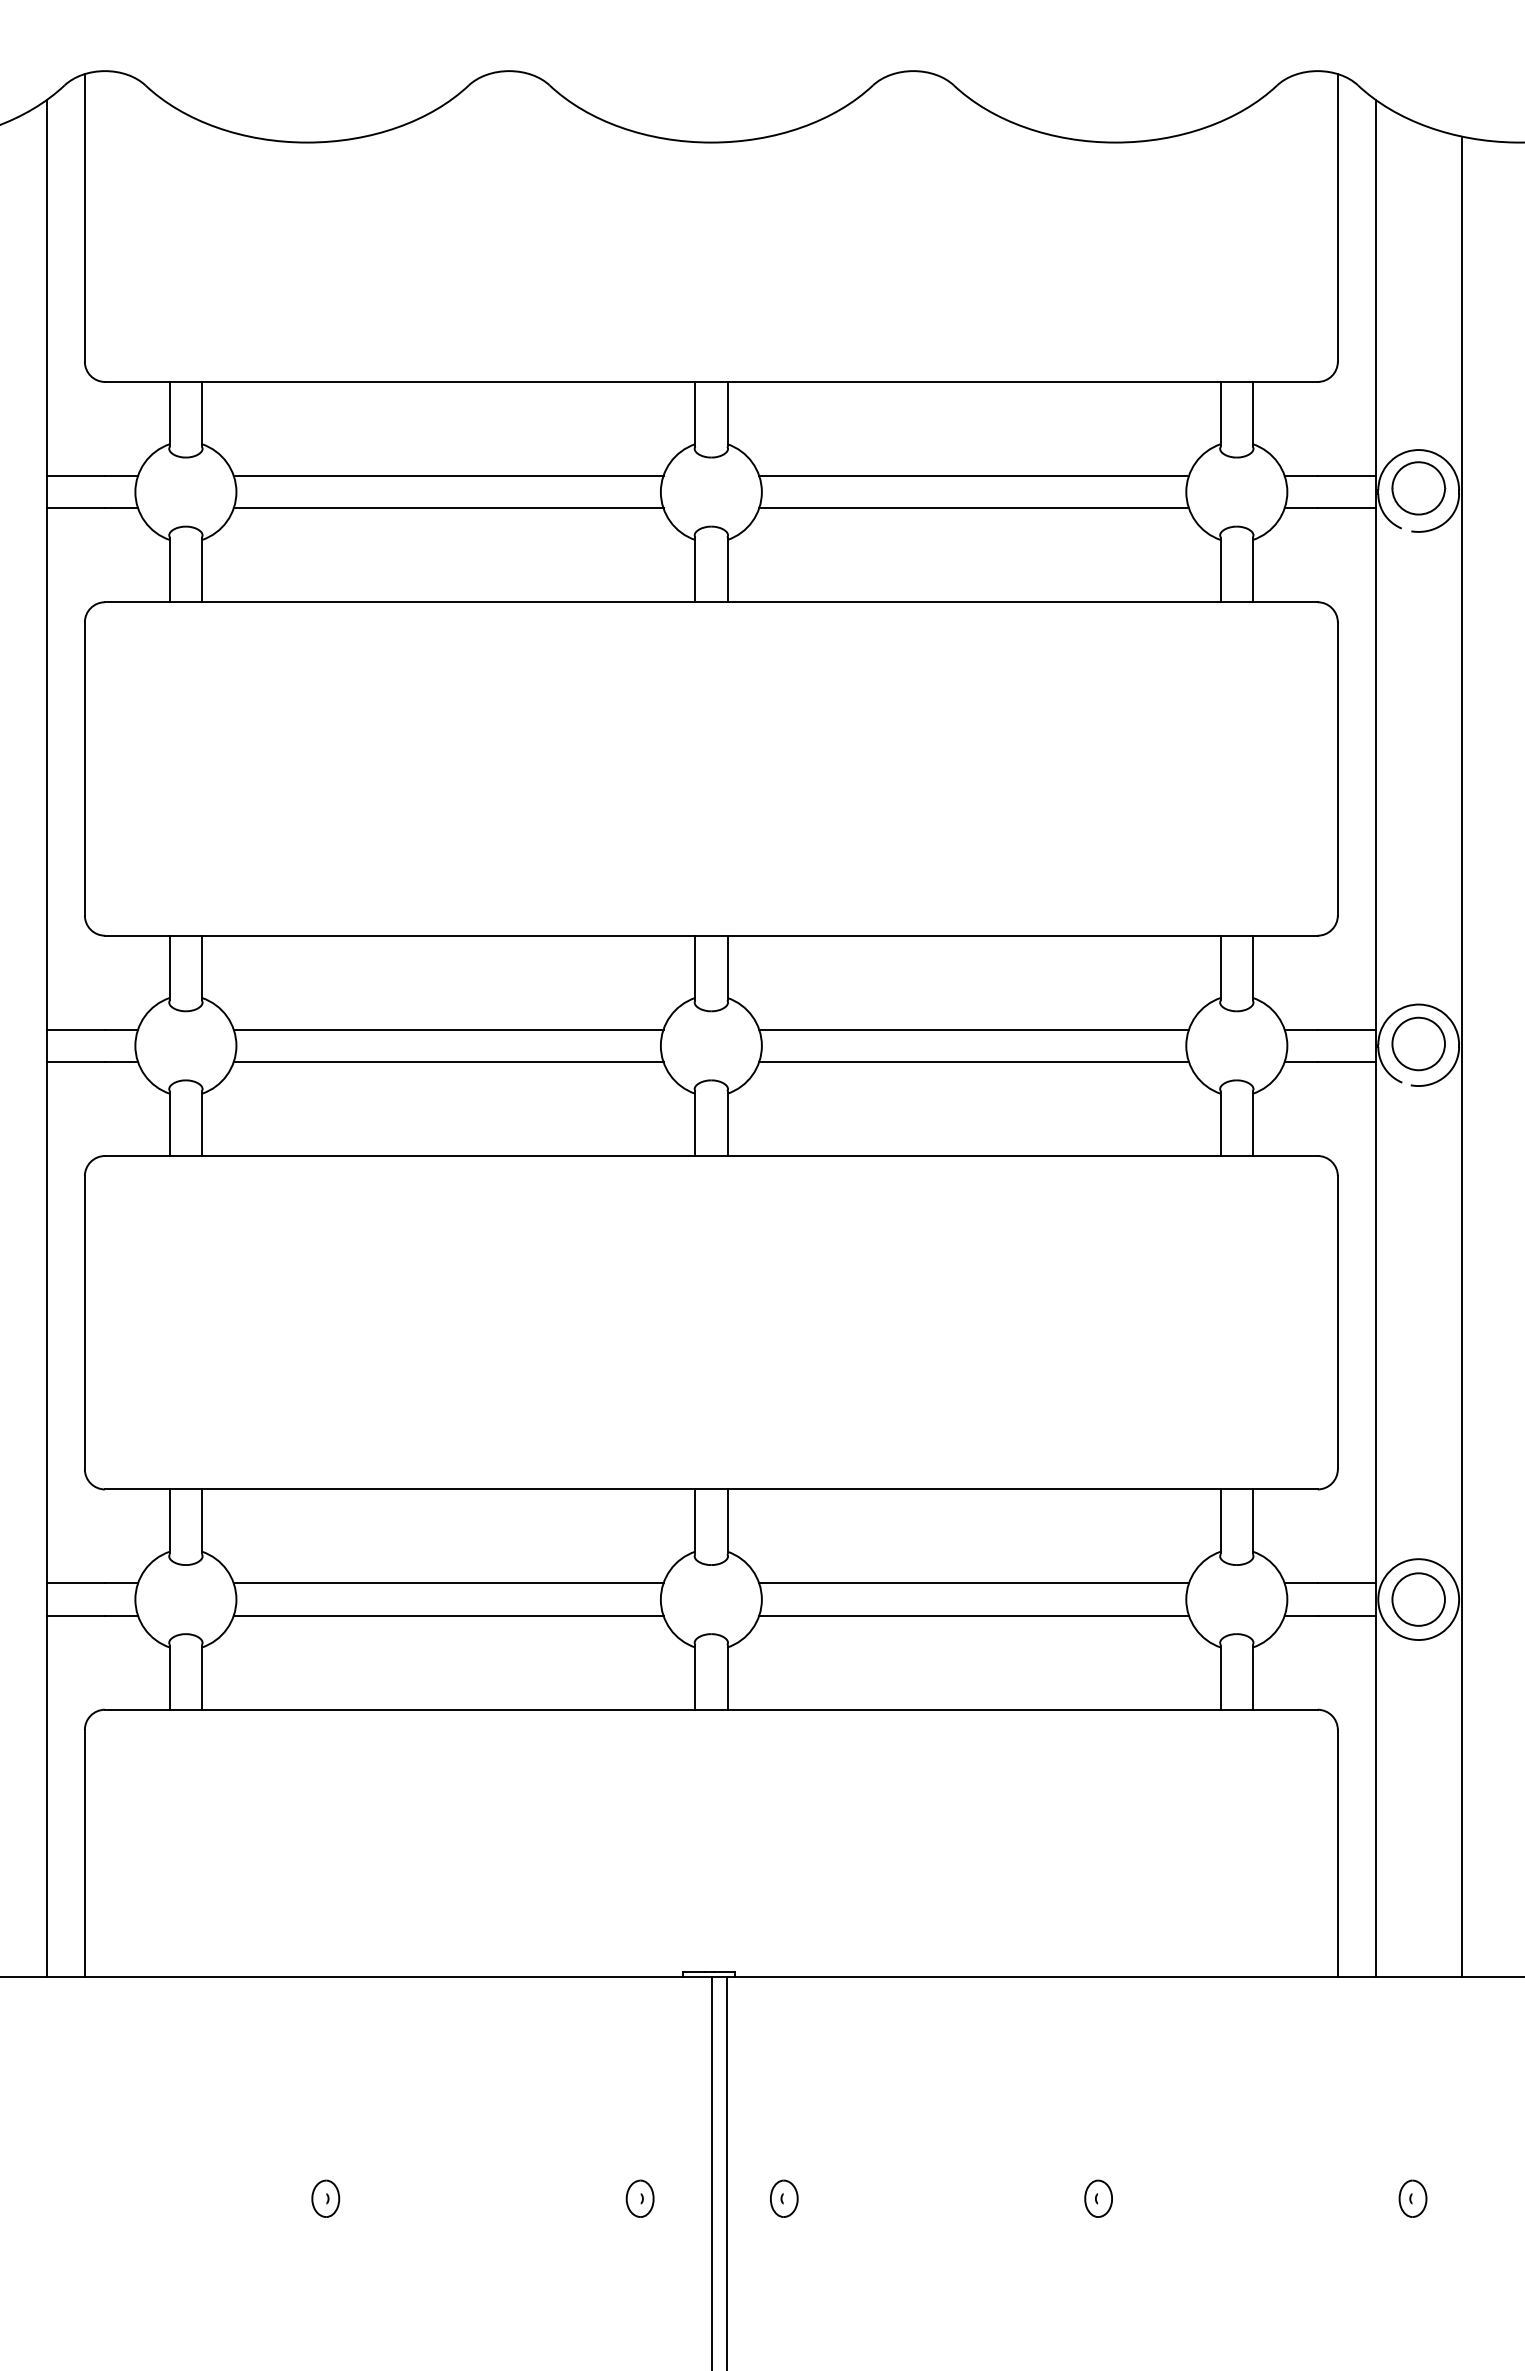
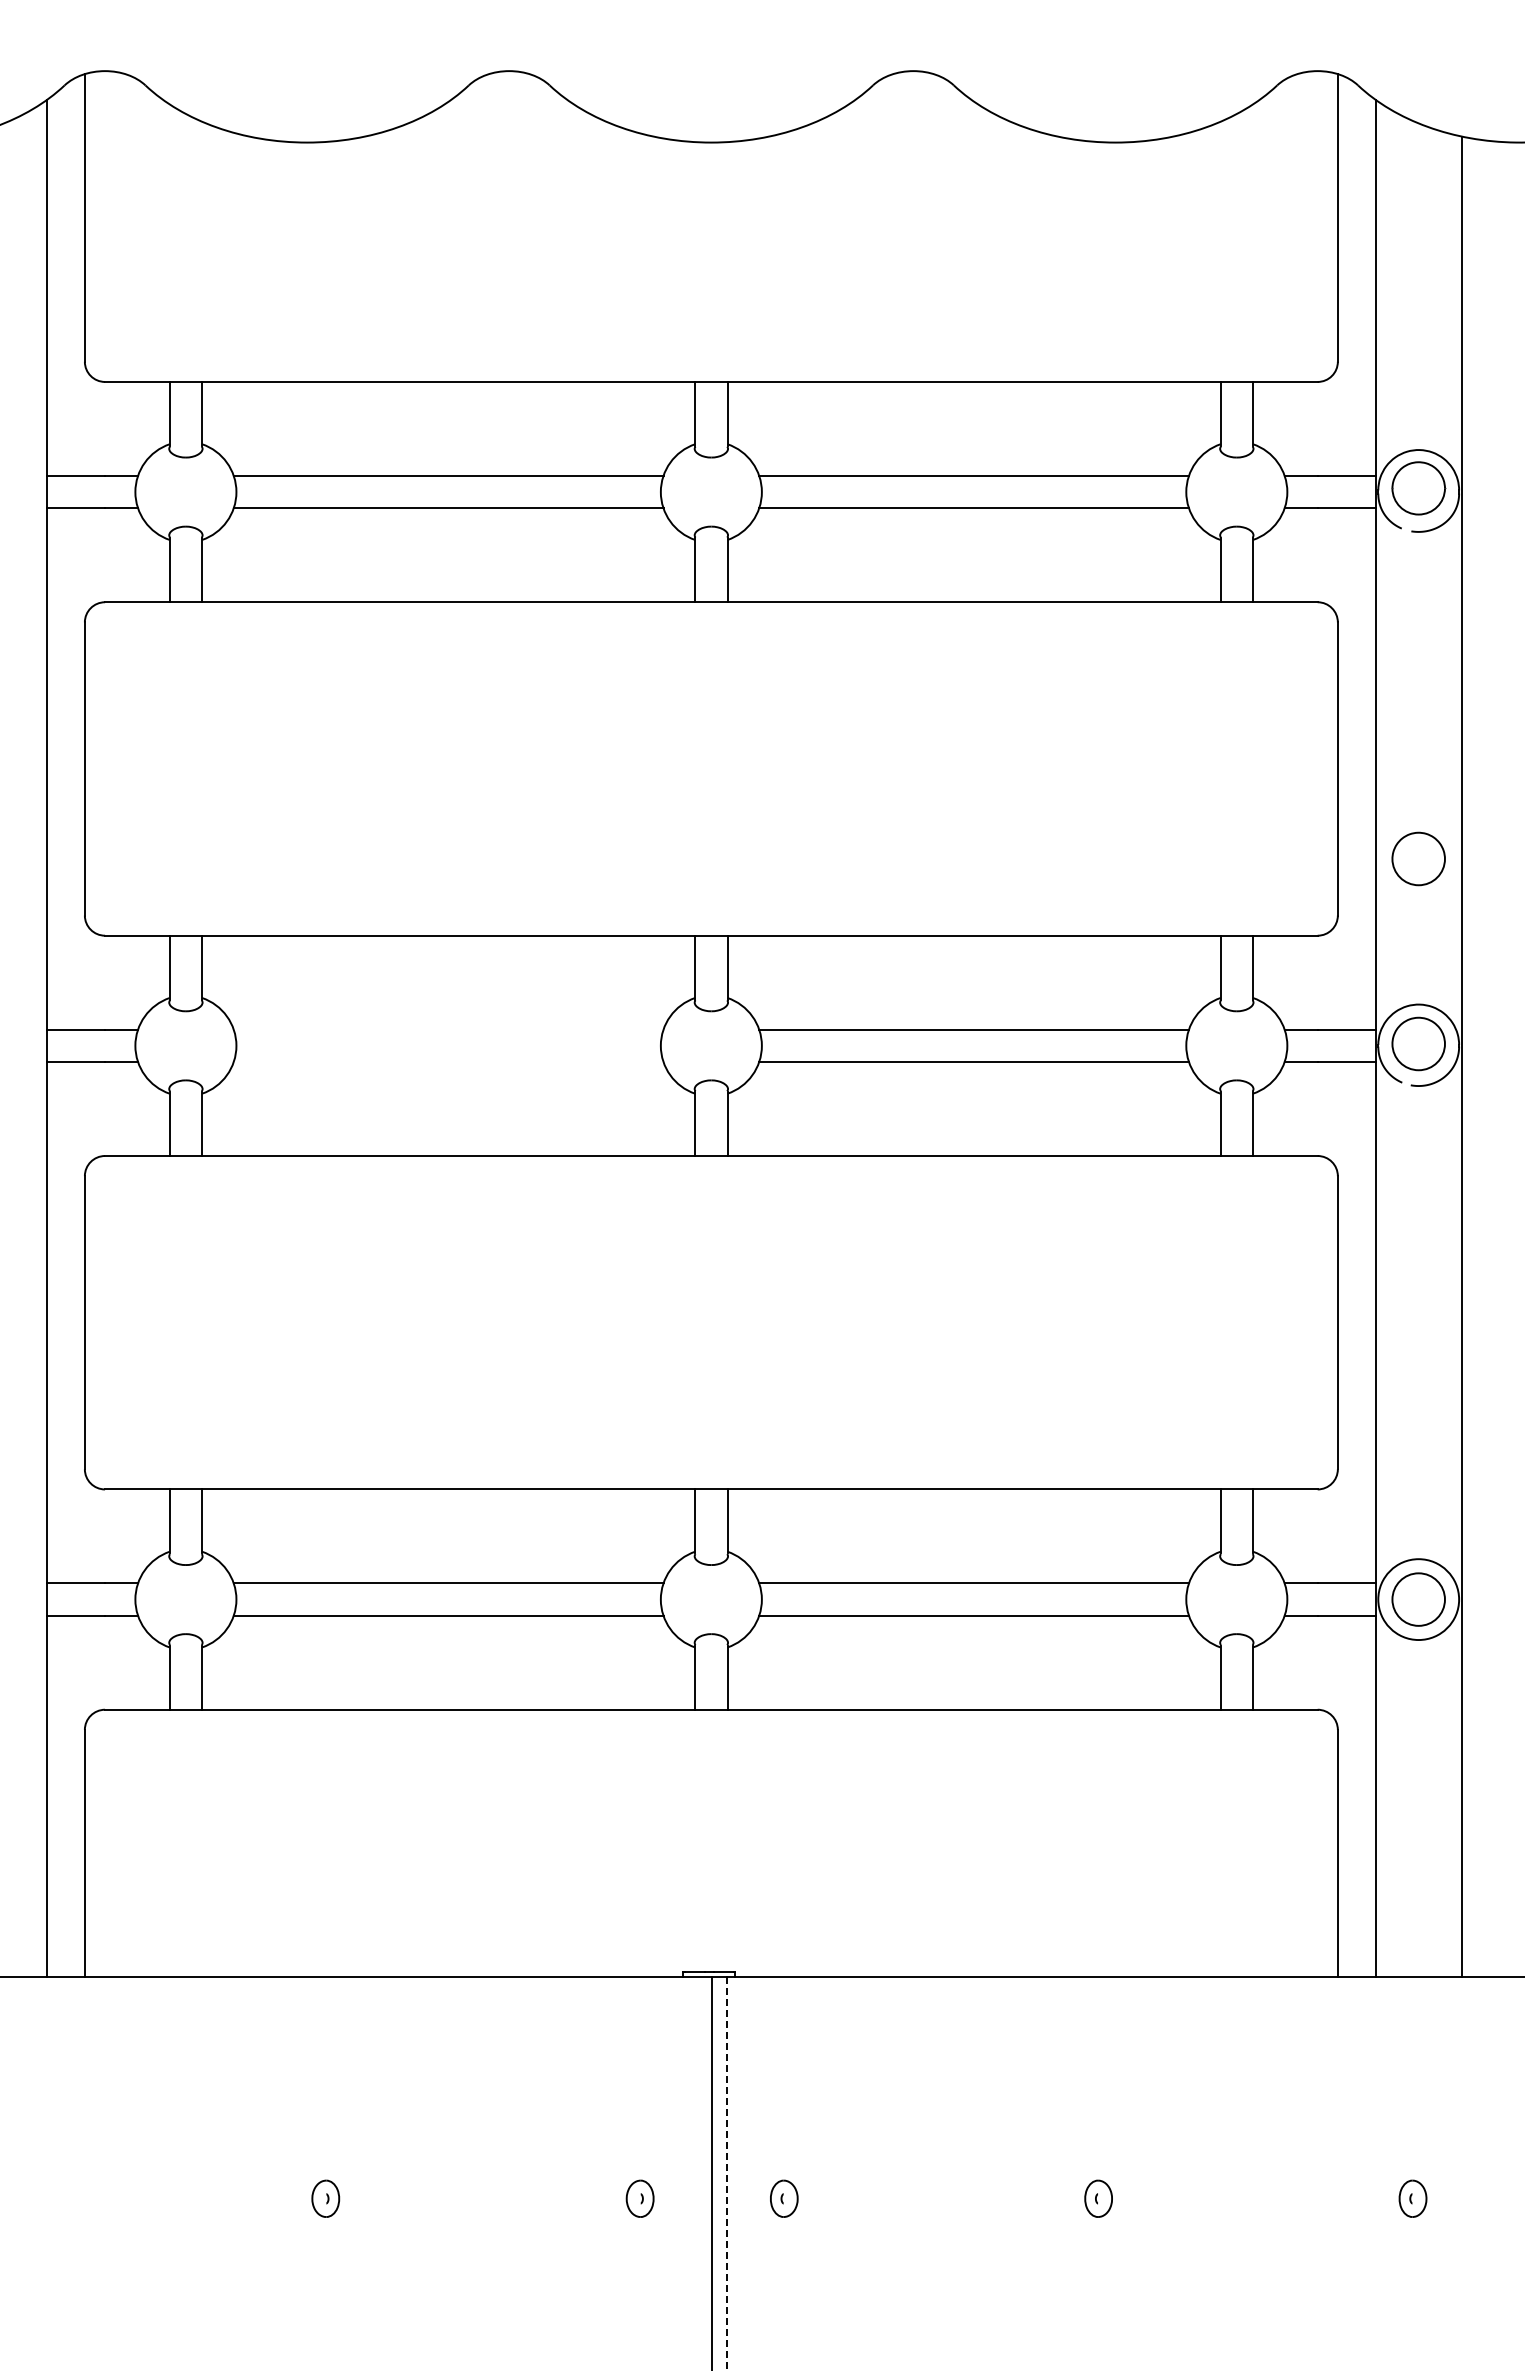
part at (1418, 858): none -> present
line at (448, 1029): present -> none
line at (448, 1062): present -> none
line at (726, 2173): solid -> dashed
